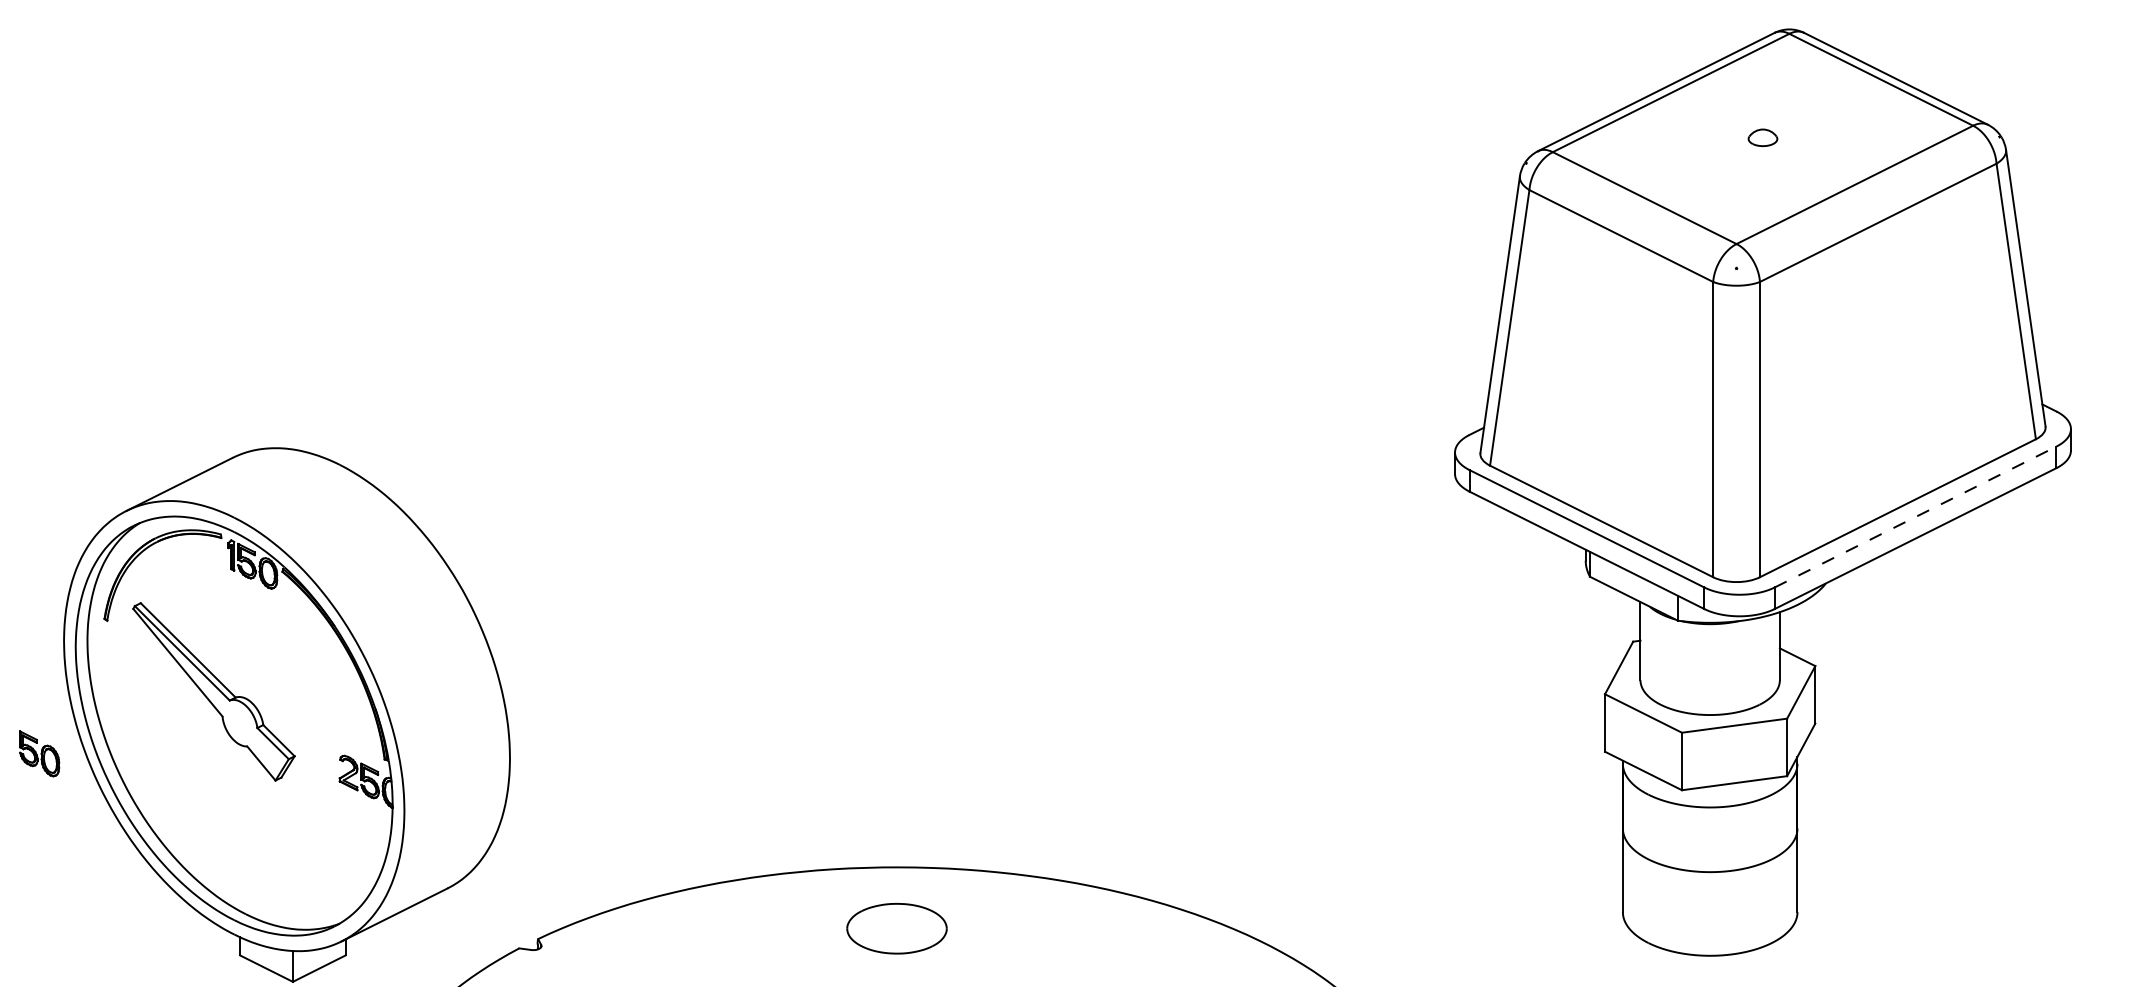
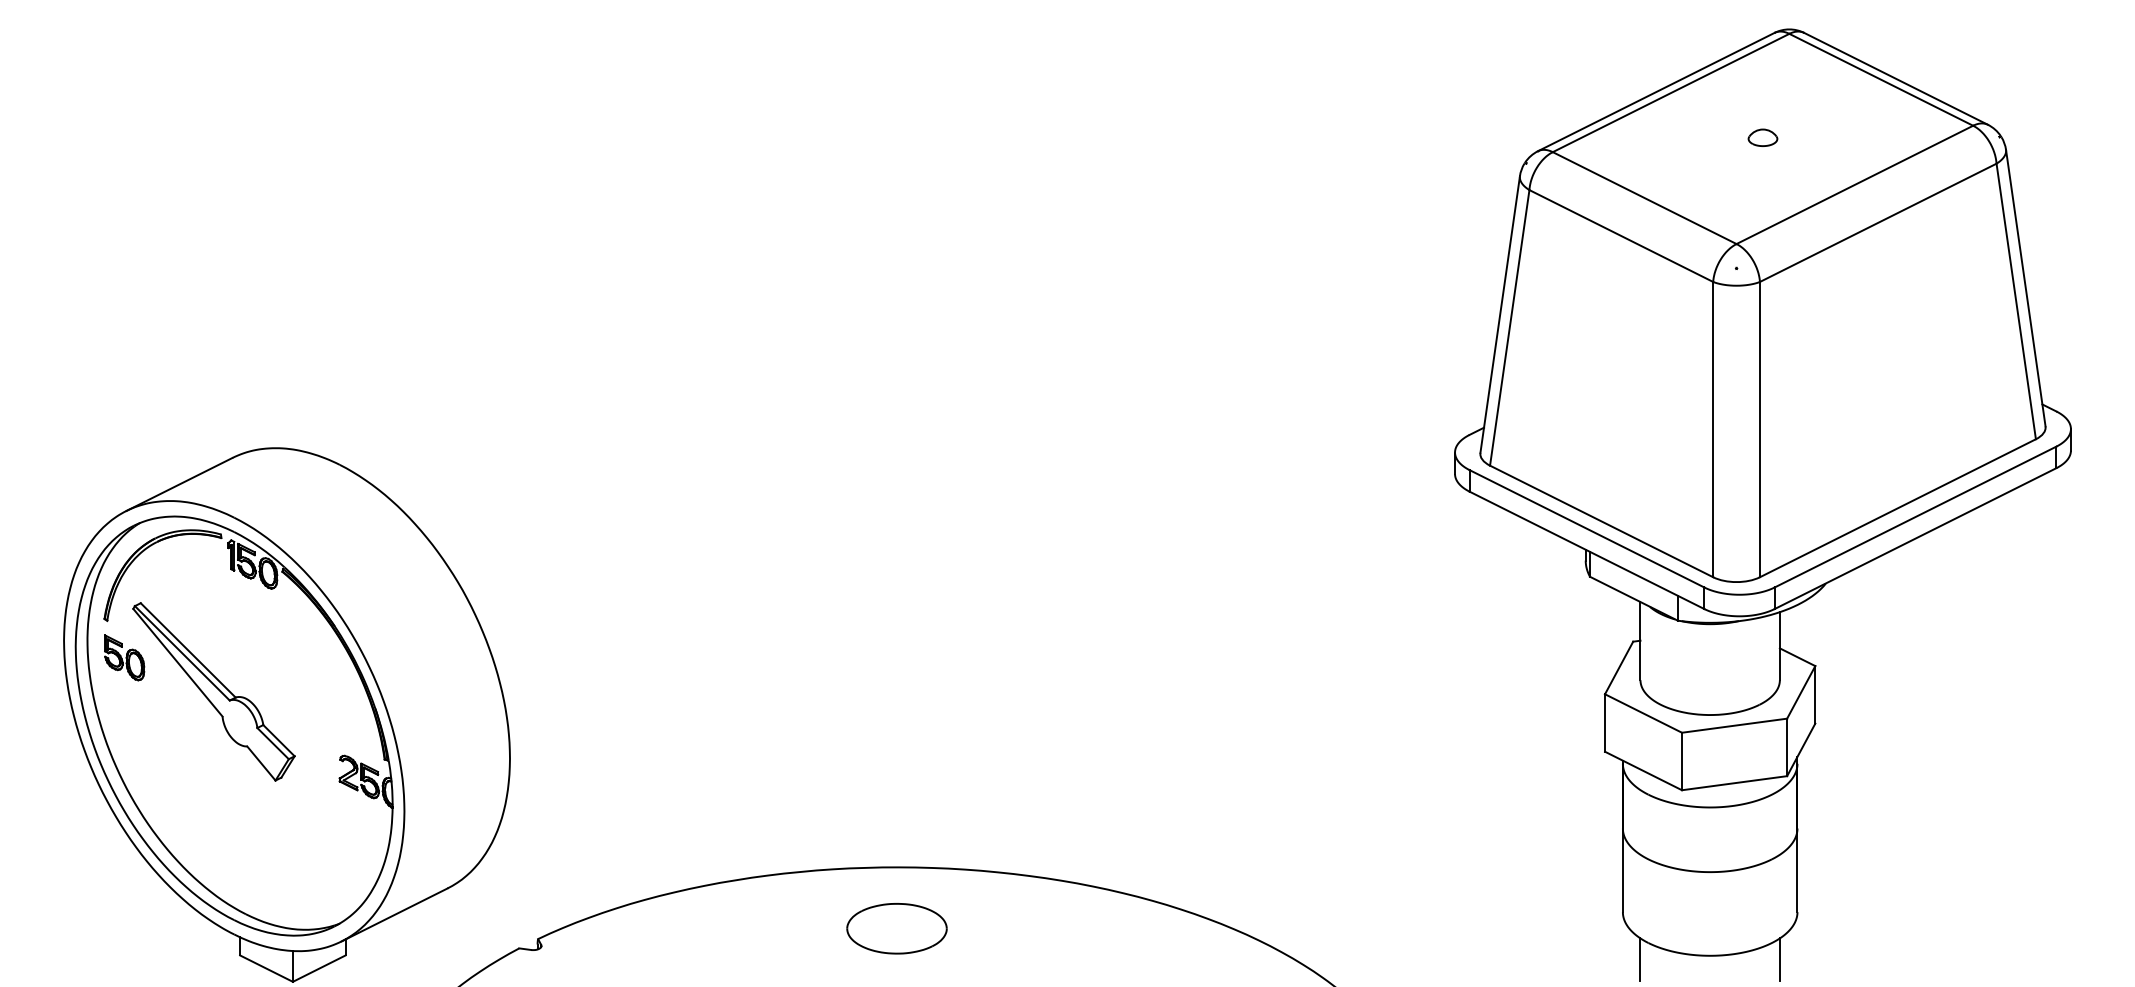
line at (1915, 516): dashed -> solid
part at (39, 753) position: (39, 753) -> (124, 657)
line at (1640, 959): none -> present
line at (1779, 959): none -> present
